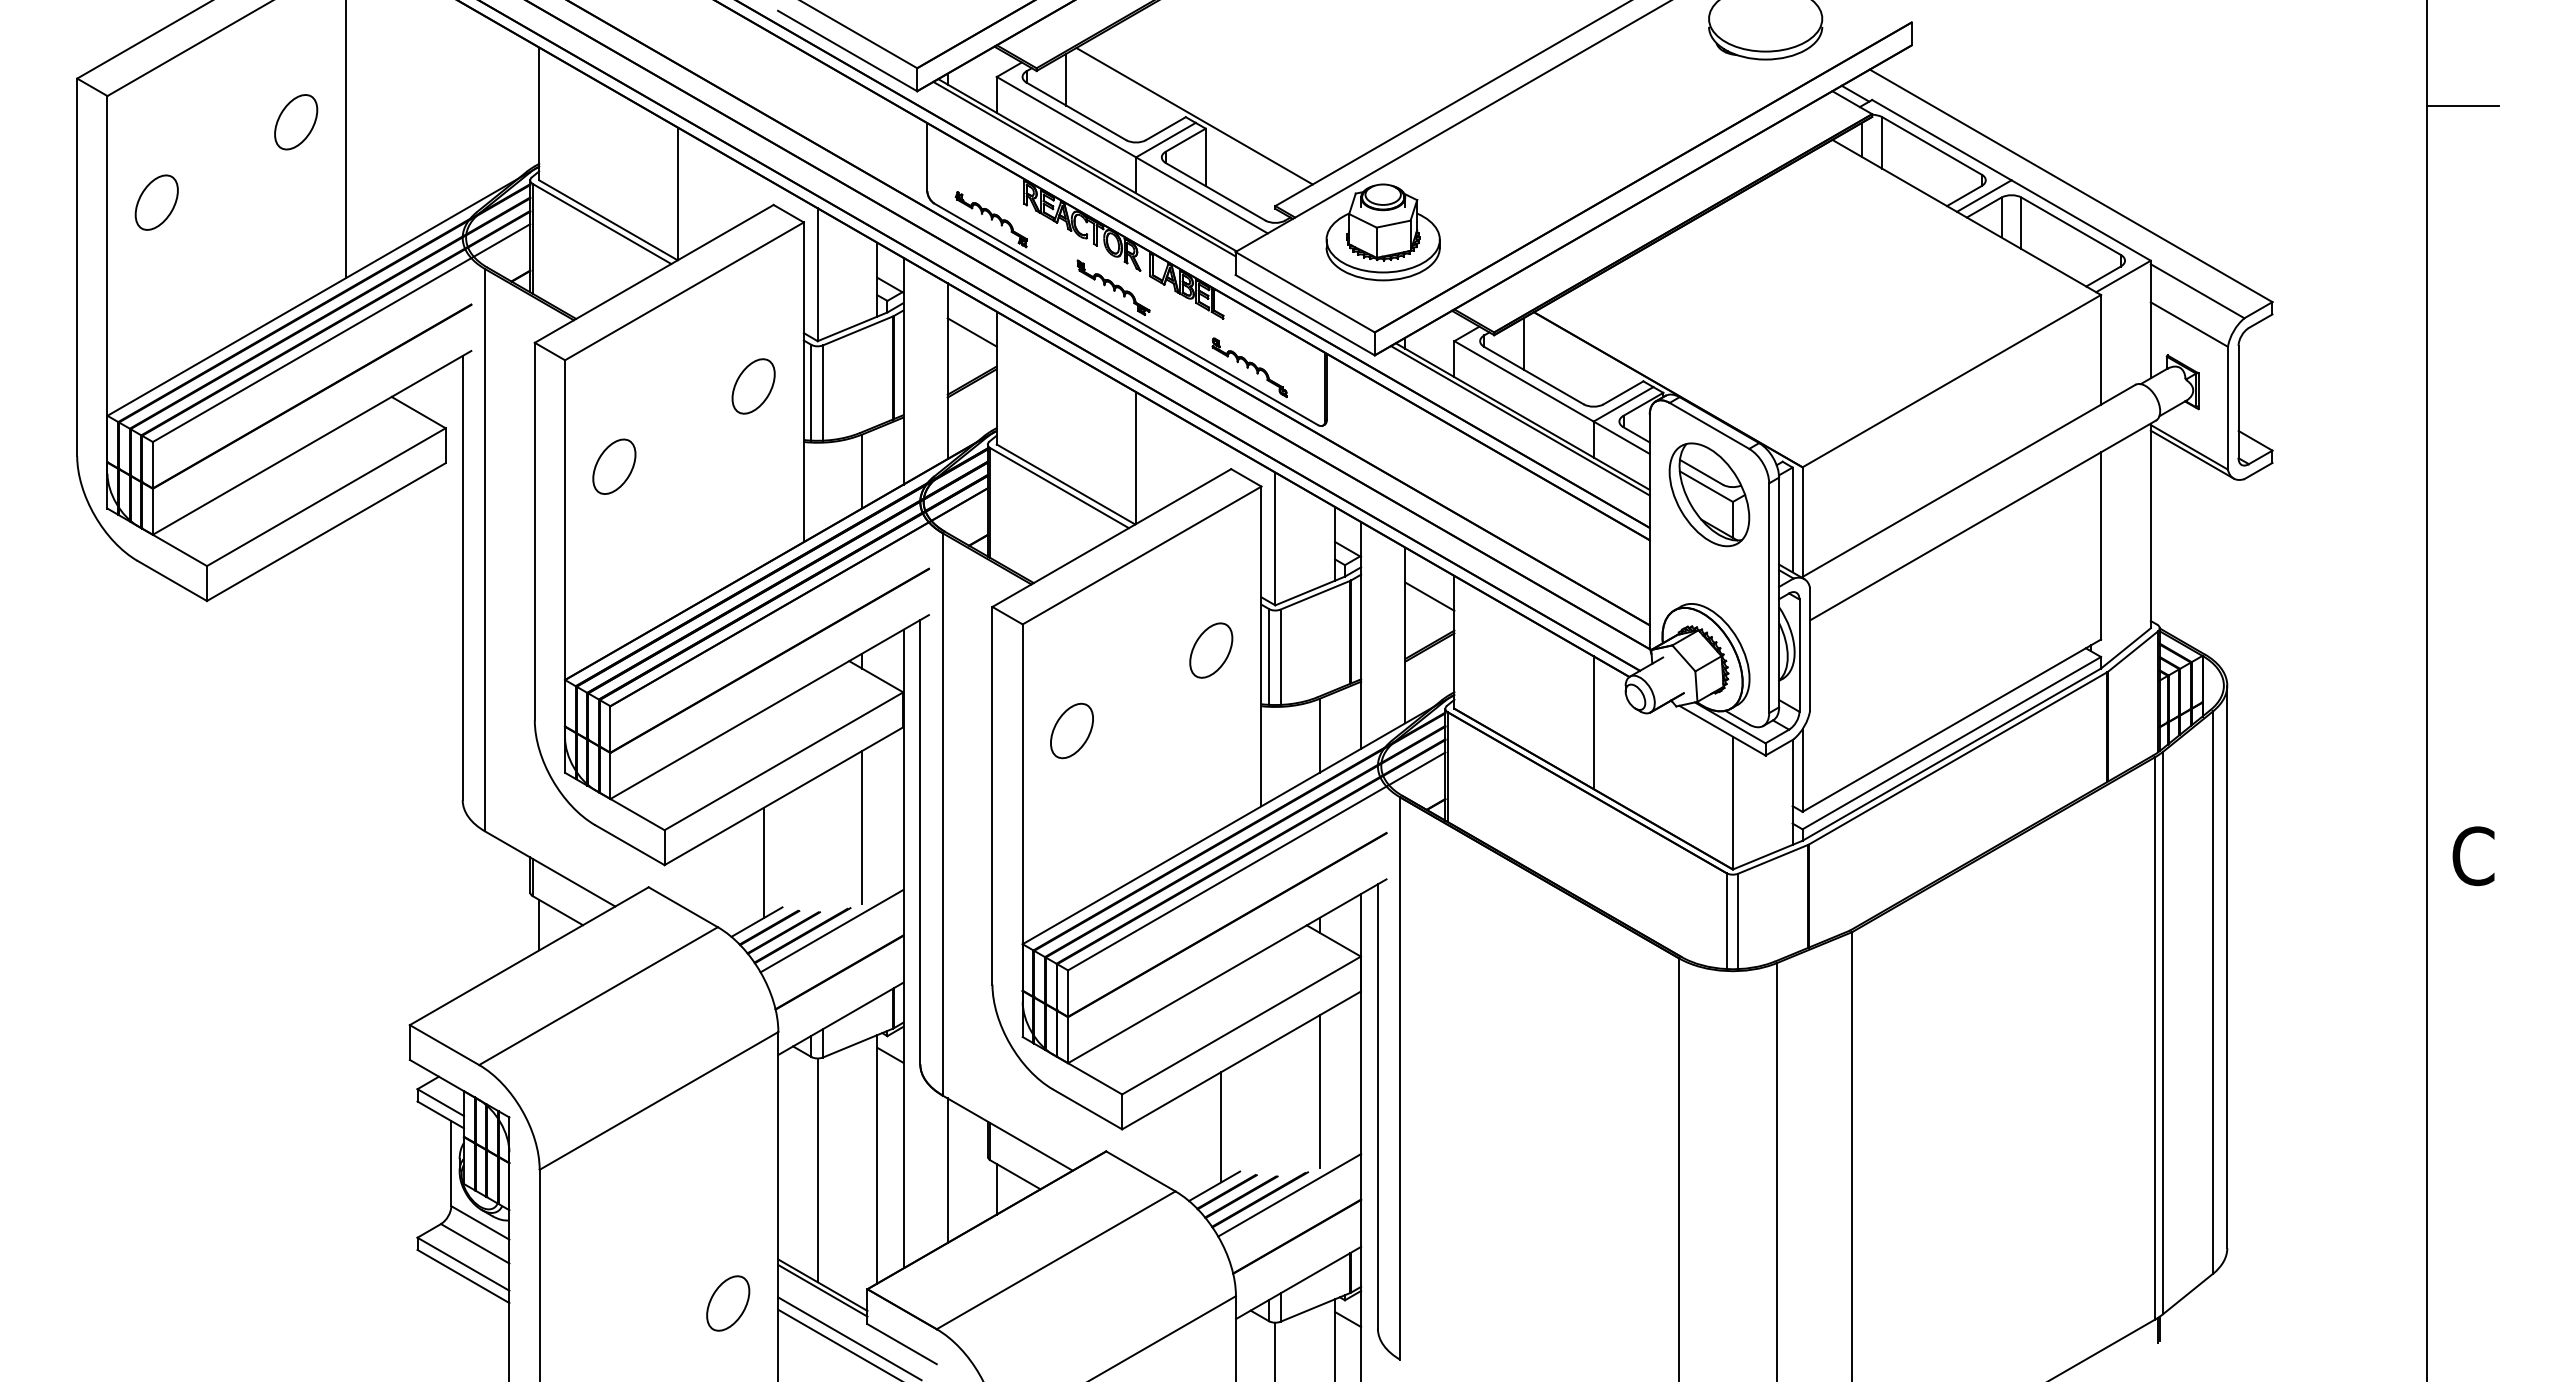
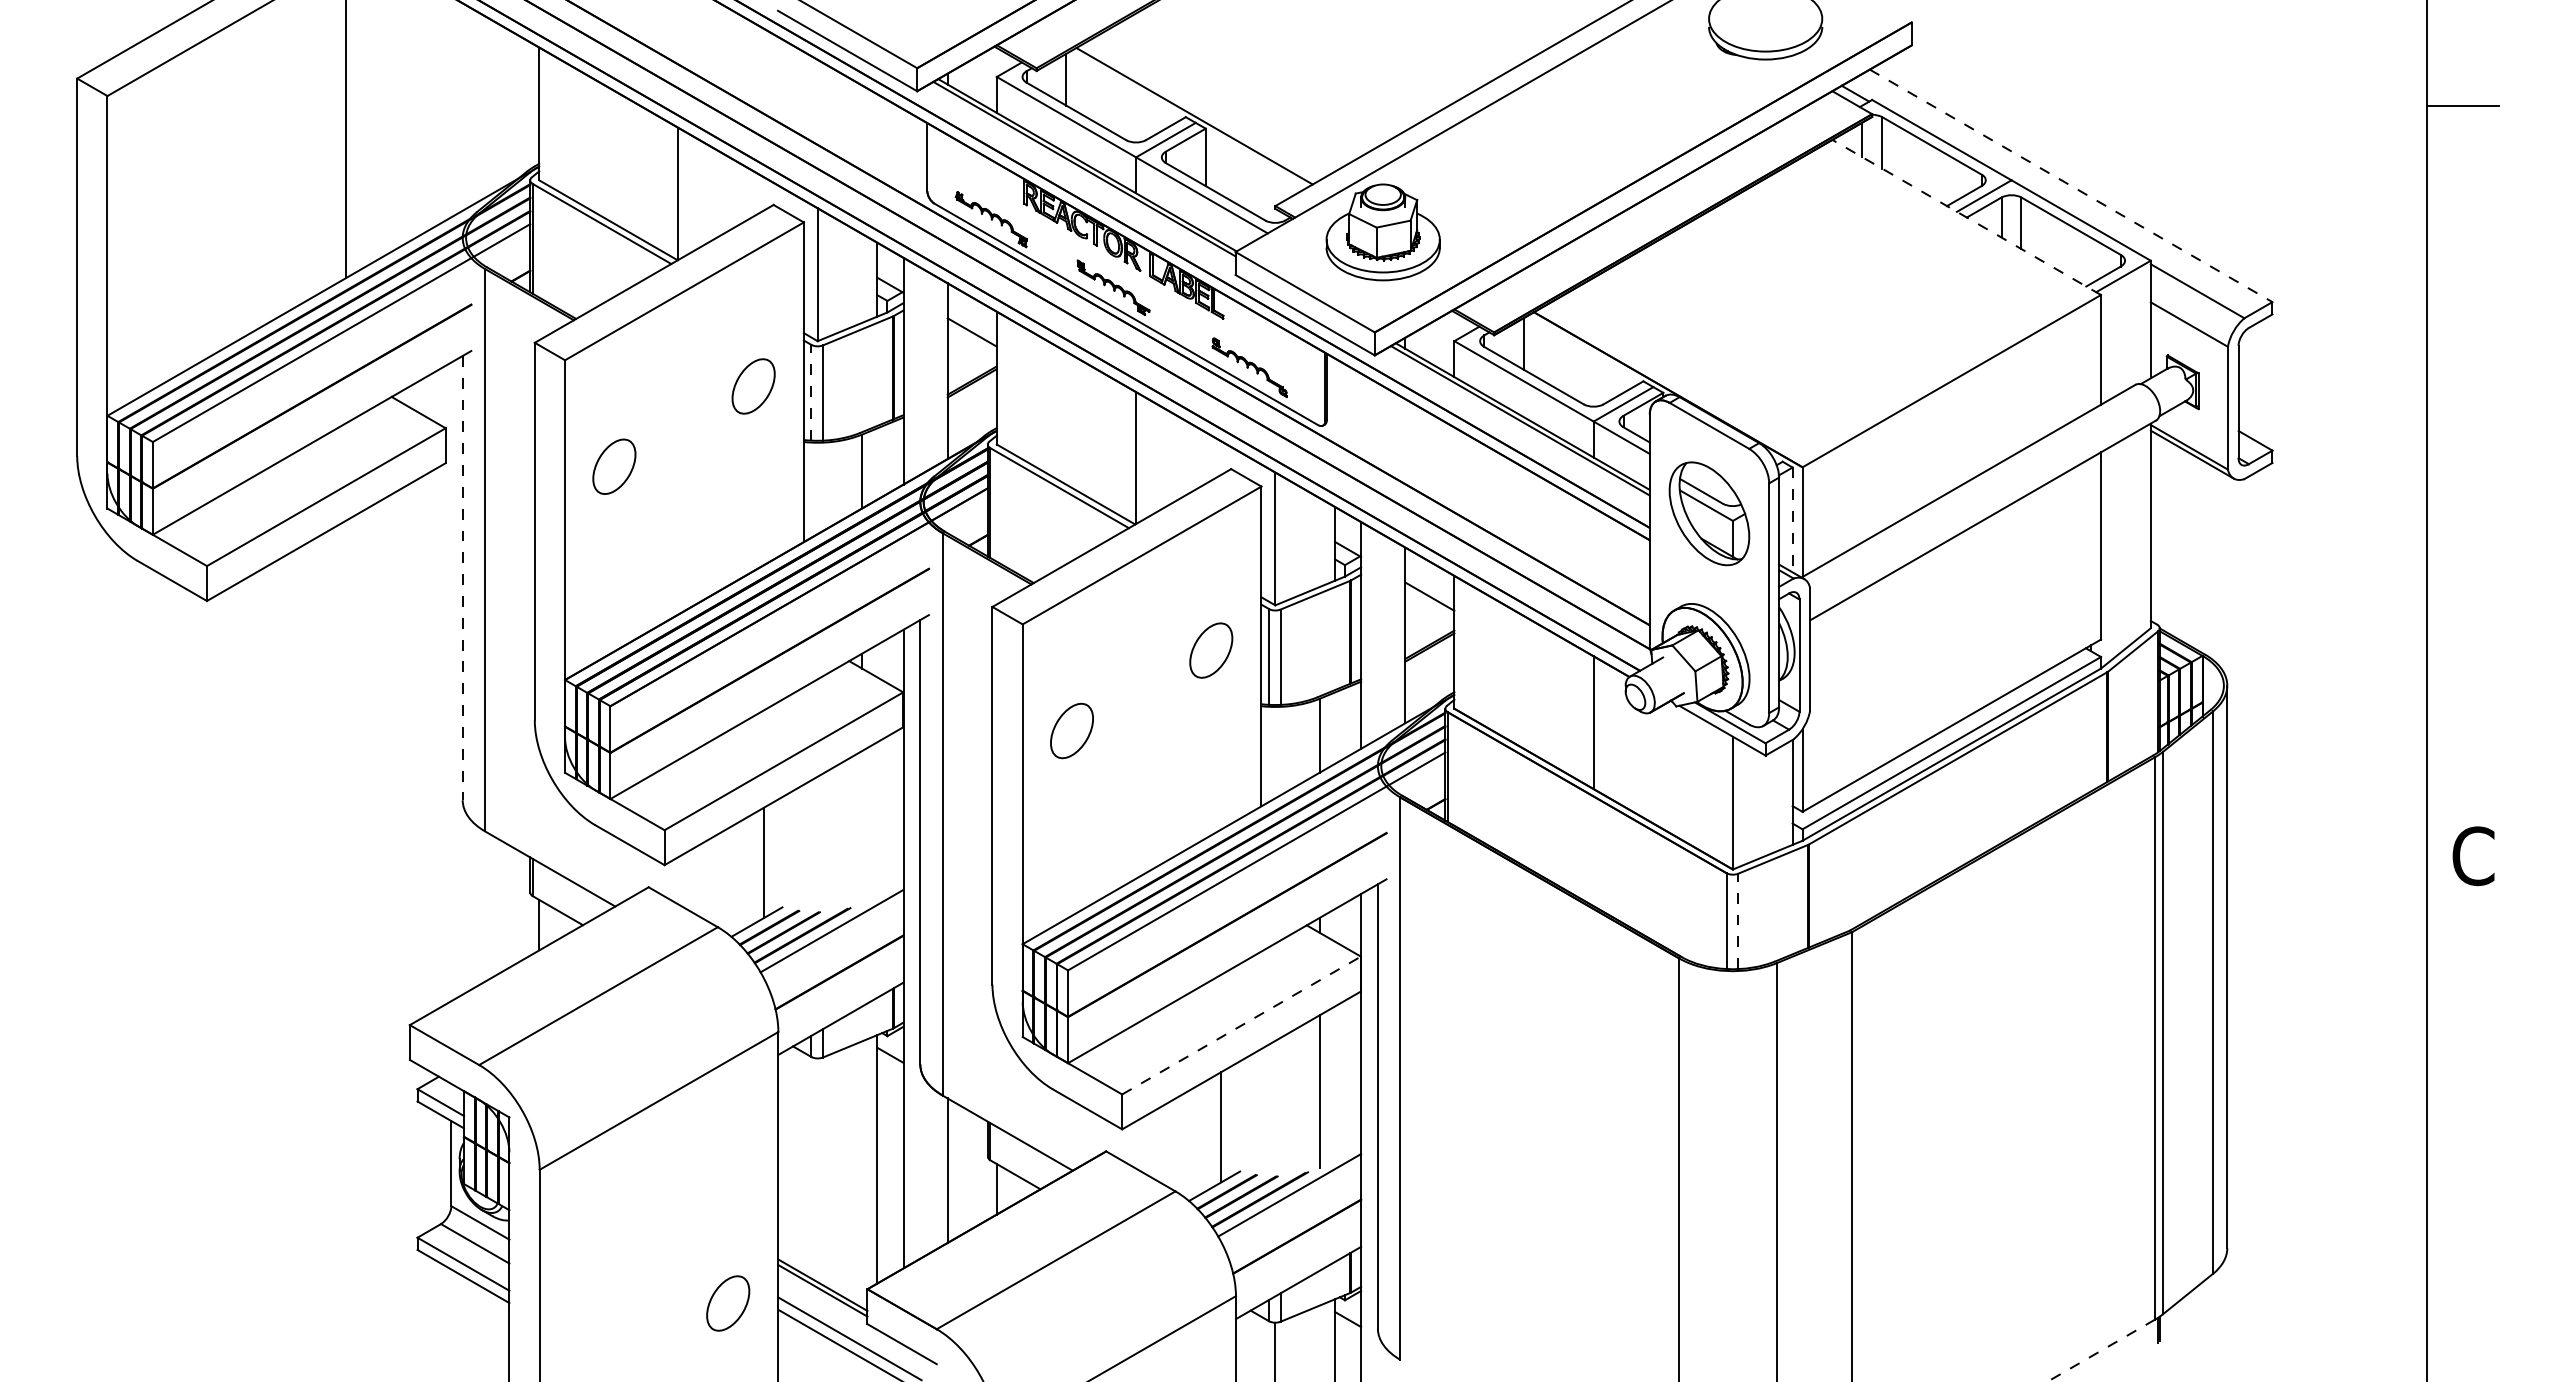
part at (296, 122): present -> none
line at (2071, 186): solid -> dashed
part at (156, 202): present -> none
line at (1966, 217): solid -> dashed
line at (811, 392): solid -> dashed
part at (1709, 494) position: (1709, 494) -> (1709, 513)
line at (1792, 520): solid -> dashed
line at (462, 578): solid -> dashed
line at (862, 827): present -> none
line at (1738, 921): solid -> dashed
line at (1241, 1025): solid -> dashed
line at (817, 1170): present -> none
line at (2101, 1350): solid -> dashed
